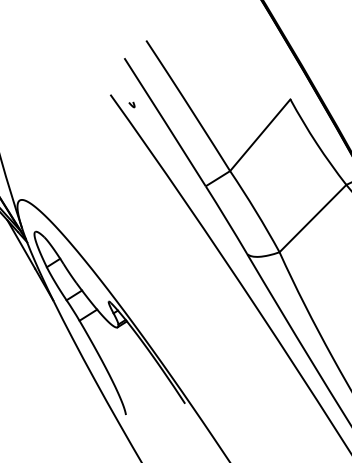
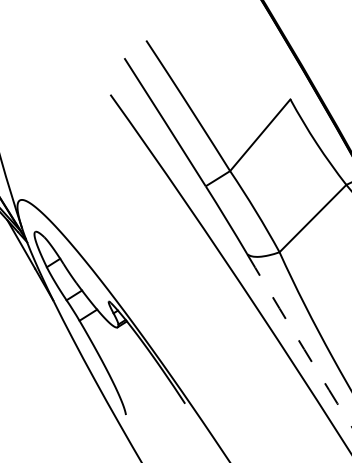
curve at (131, 104): present -> none
arc at (299, 340): solid -> dashed
